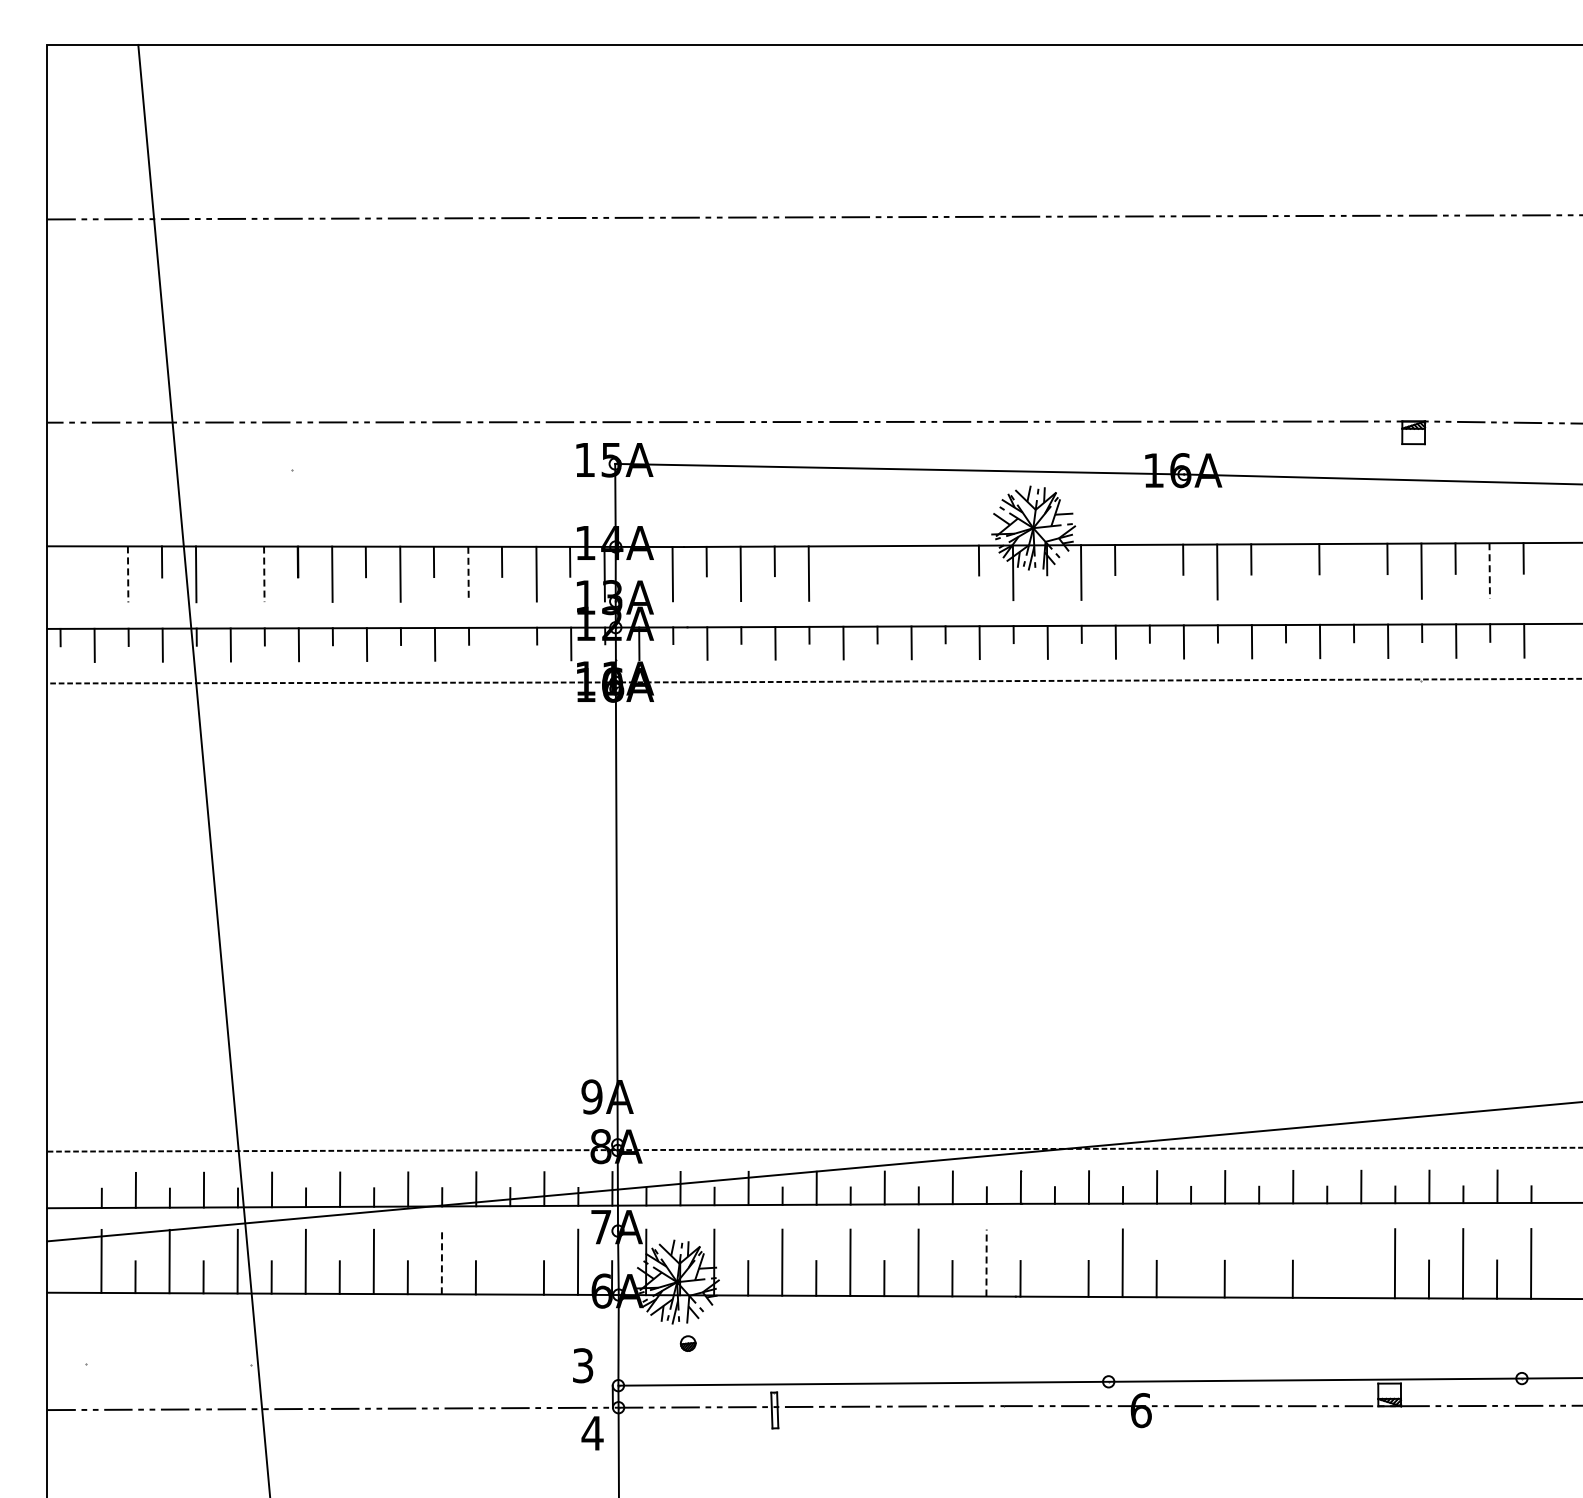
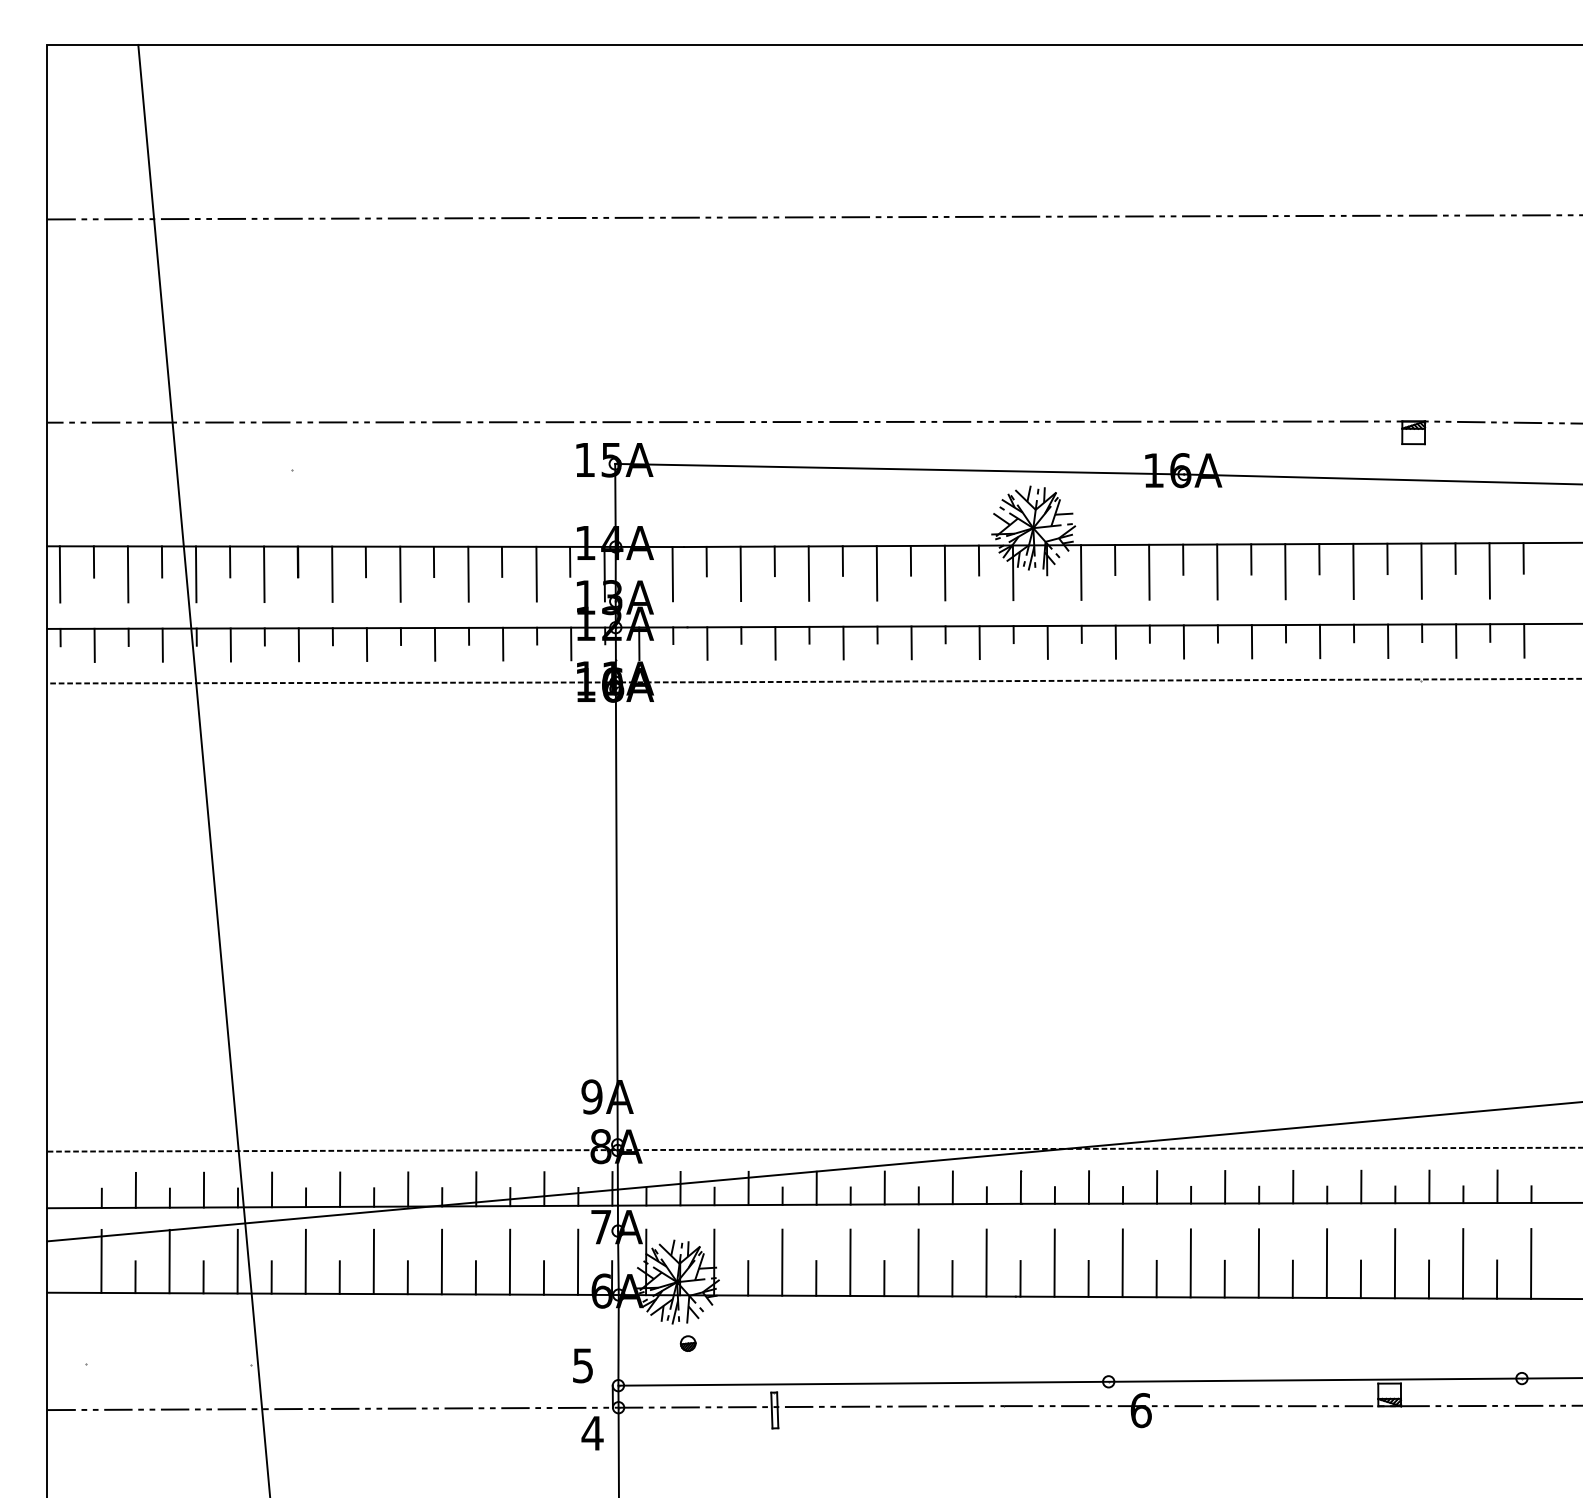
line at (842, 560): none -> present
line at (910, 560): none -> present
line at (93, 561): none -> present
line at (230, 561): none -> present
line at (1489, 570): dashed -> solid
line at (1149, 571): none -> present
line at (1285, 571): none -> present
line at (1353, 571): none -> present
line at (944, 572): none -> present
line at (876, 573): none -> present
line at (59, 574): none -> present
line at (128, 574): dashed -> solid
line at (264, 574): dashed -> solid
line at (468, 574): dashed -> solid
line at (503, 643): none -> present
line at (441, 1261): dashed -> solid
line at (509, 1261): none -> present
line at (986, 1262): dashed -> solid
line at (1054, 1262): none -> present
line at (1190, 1263): none -> present
line at (1258, 1263): none -> present
line at (1326, 1263): none -> present
line at (1360, 1279): none -> present
text at (583, 1365): 3 -> 5
